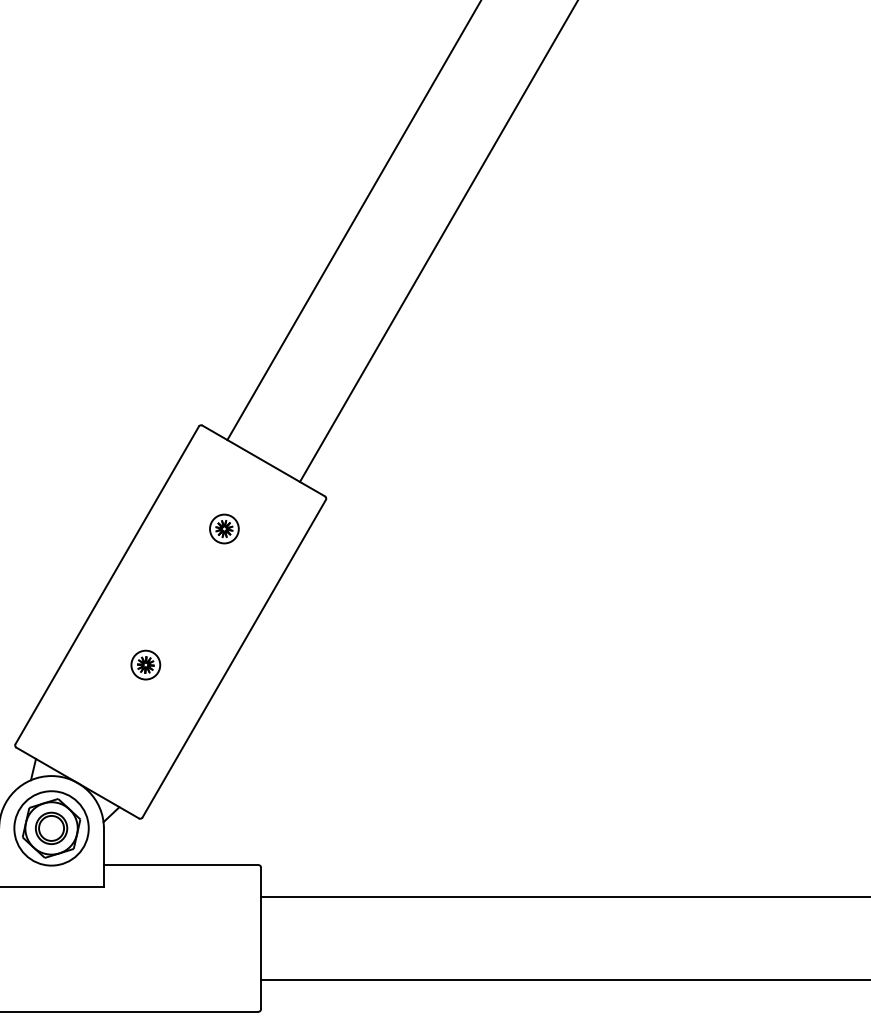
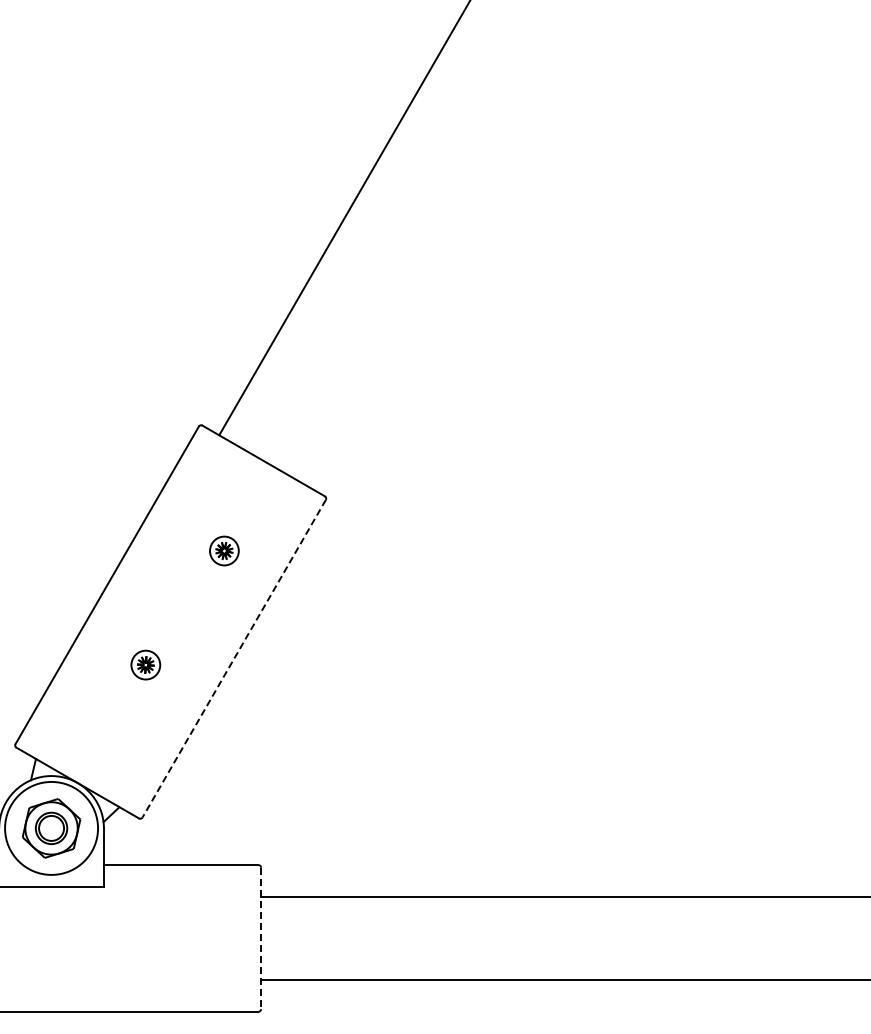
line at (353, 221) position: (353, 221) -> (344, 218)
line at (437, 241): present -> none
part at (224, 528) position: (224, 528) -> (224, 550)
line at (233, 659): solid -> dashed
circle at (51, 828) diameter: 74 px -> 93 px
line at (261, 938): solid -> dashed
